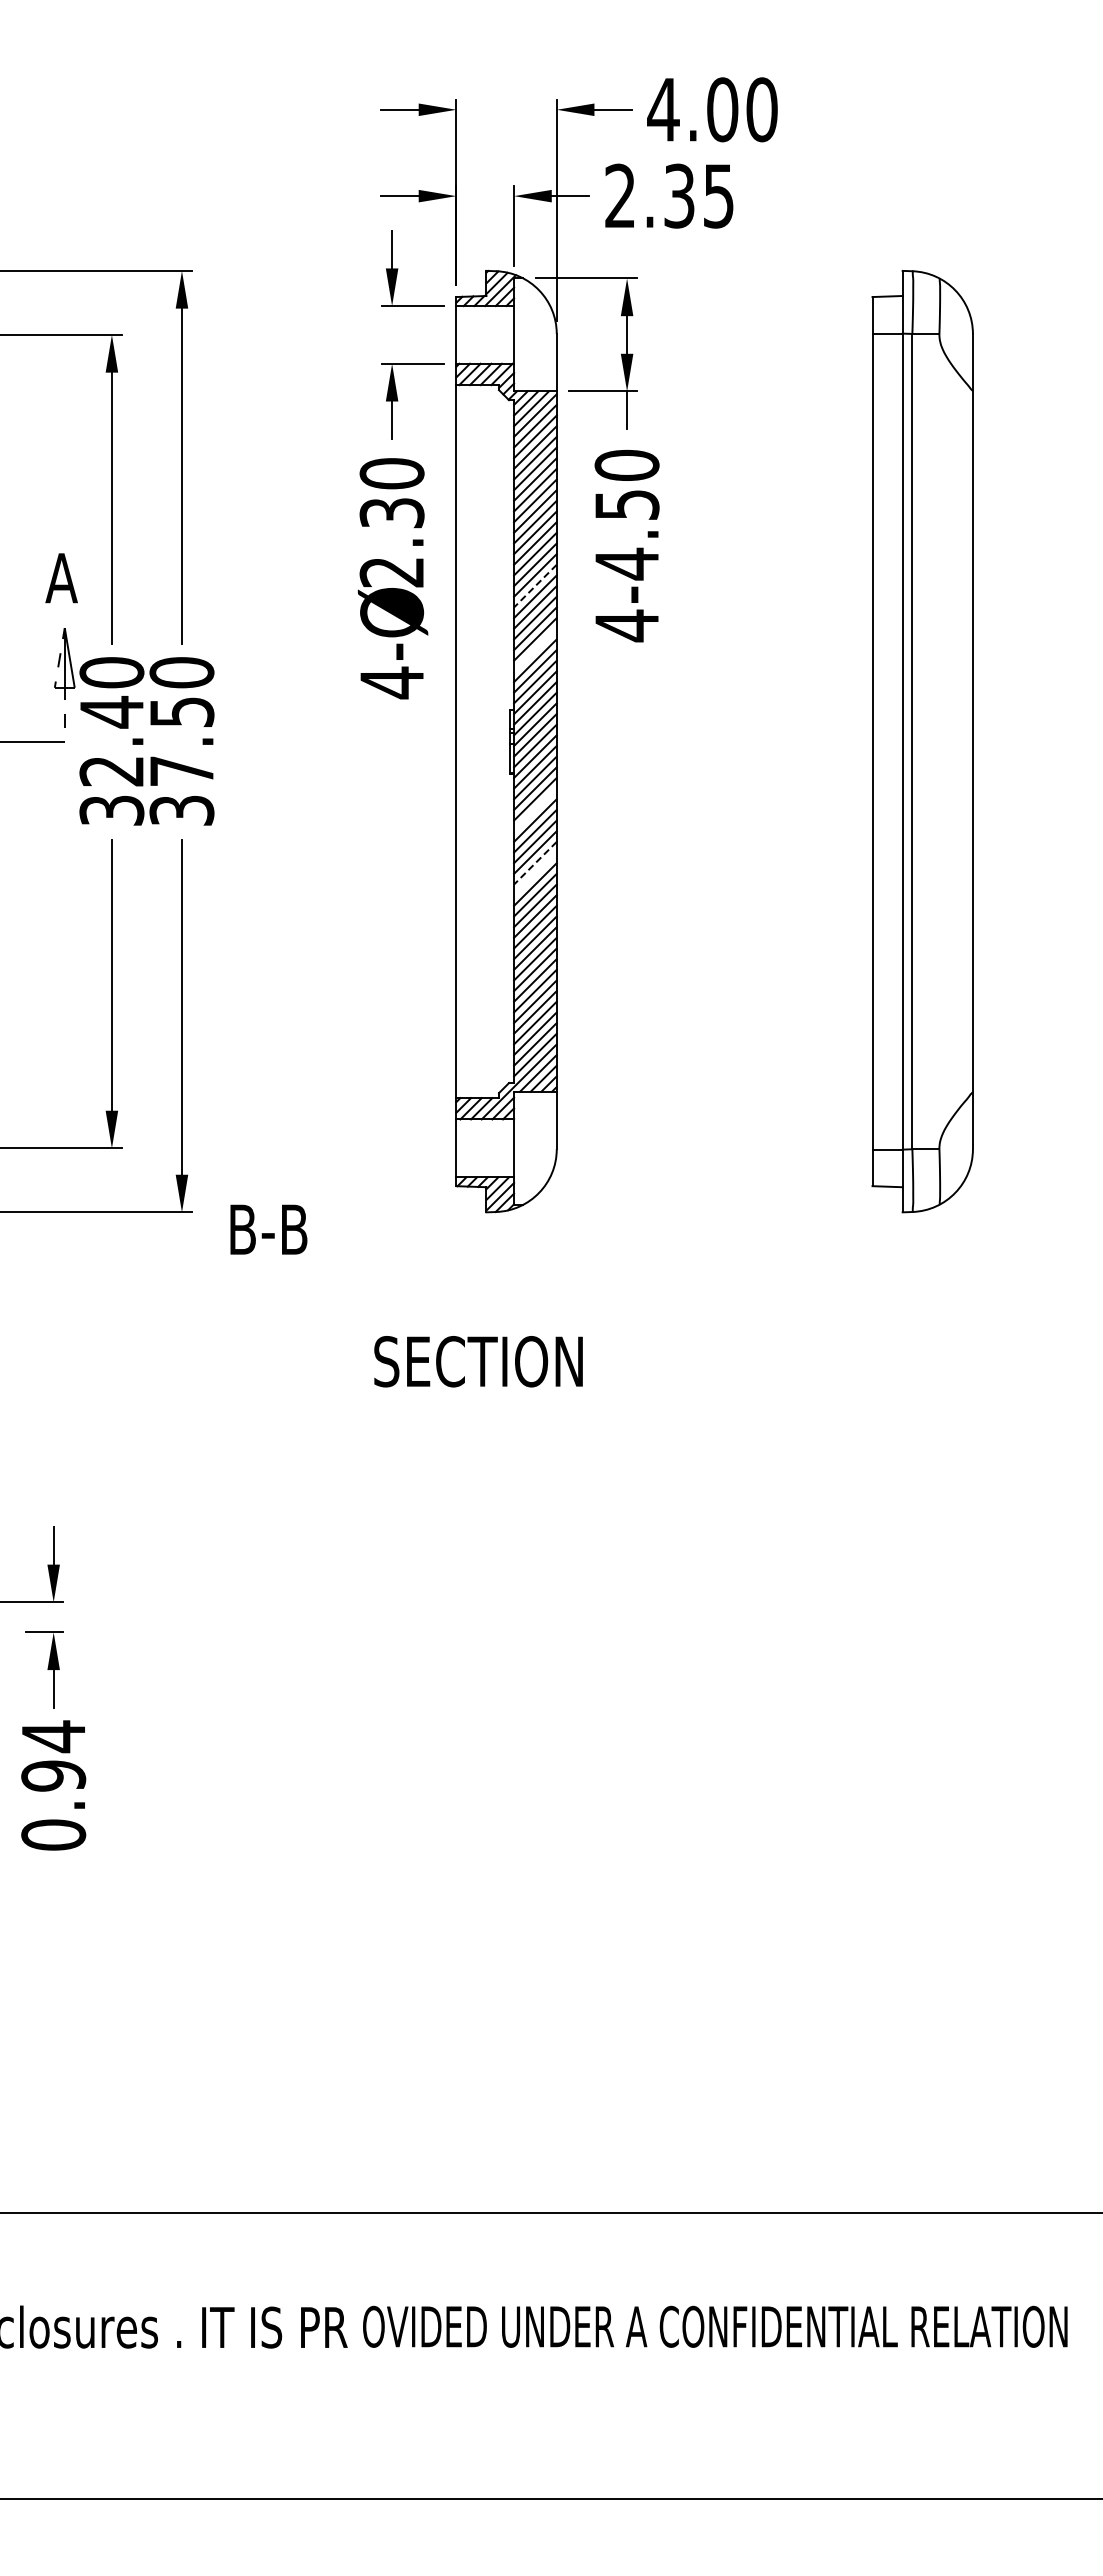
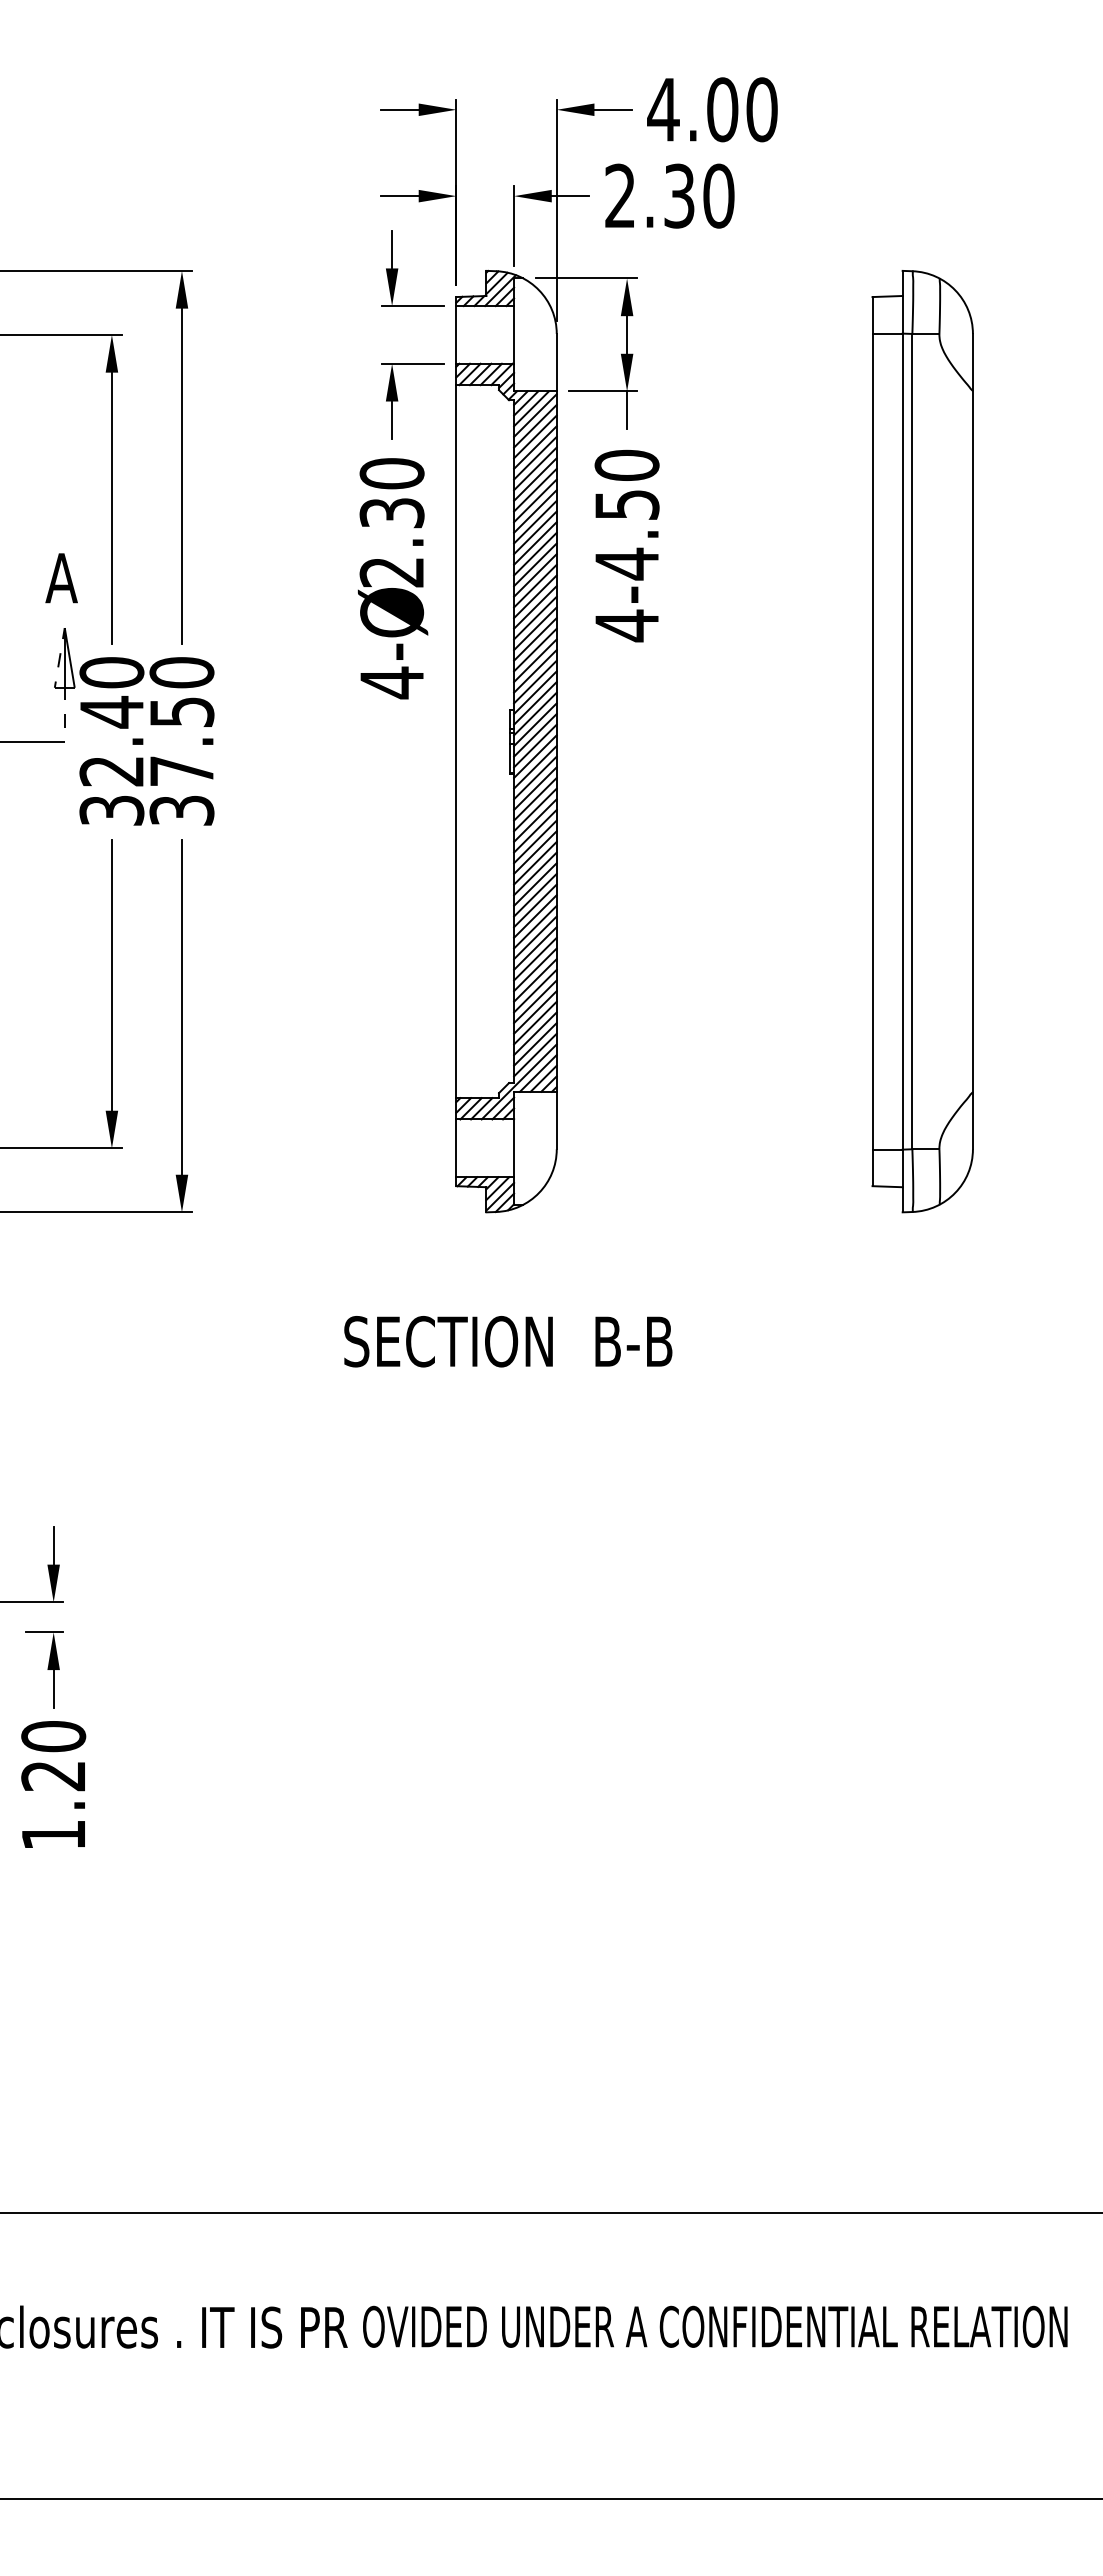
text at (718, 195): 2.35 -> 2.30
line at (535, 586): dashed -> solid
line at (535, 649): none -> present
line at (535, 809): none -> present
line at (535, 863): dashed -> solid
line at (535, 873): none -> present
text at (268, 1229) position: (268, 1229) -> (633, 1341)
text at (478, 1361) position: (478, 1361) -> (448, 1341)
text at (53, 1785): 0.94 -> 1.20
